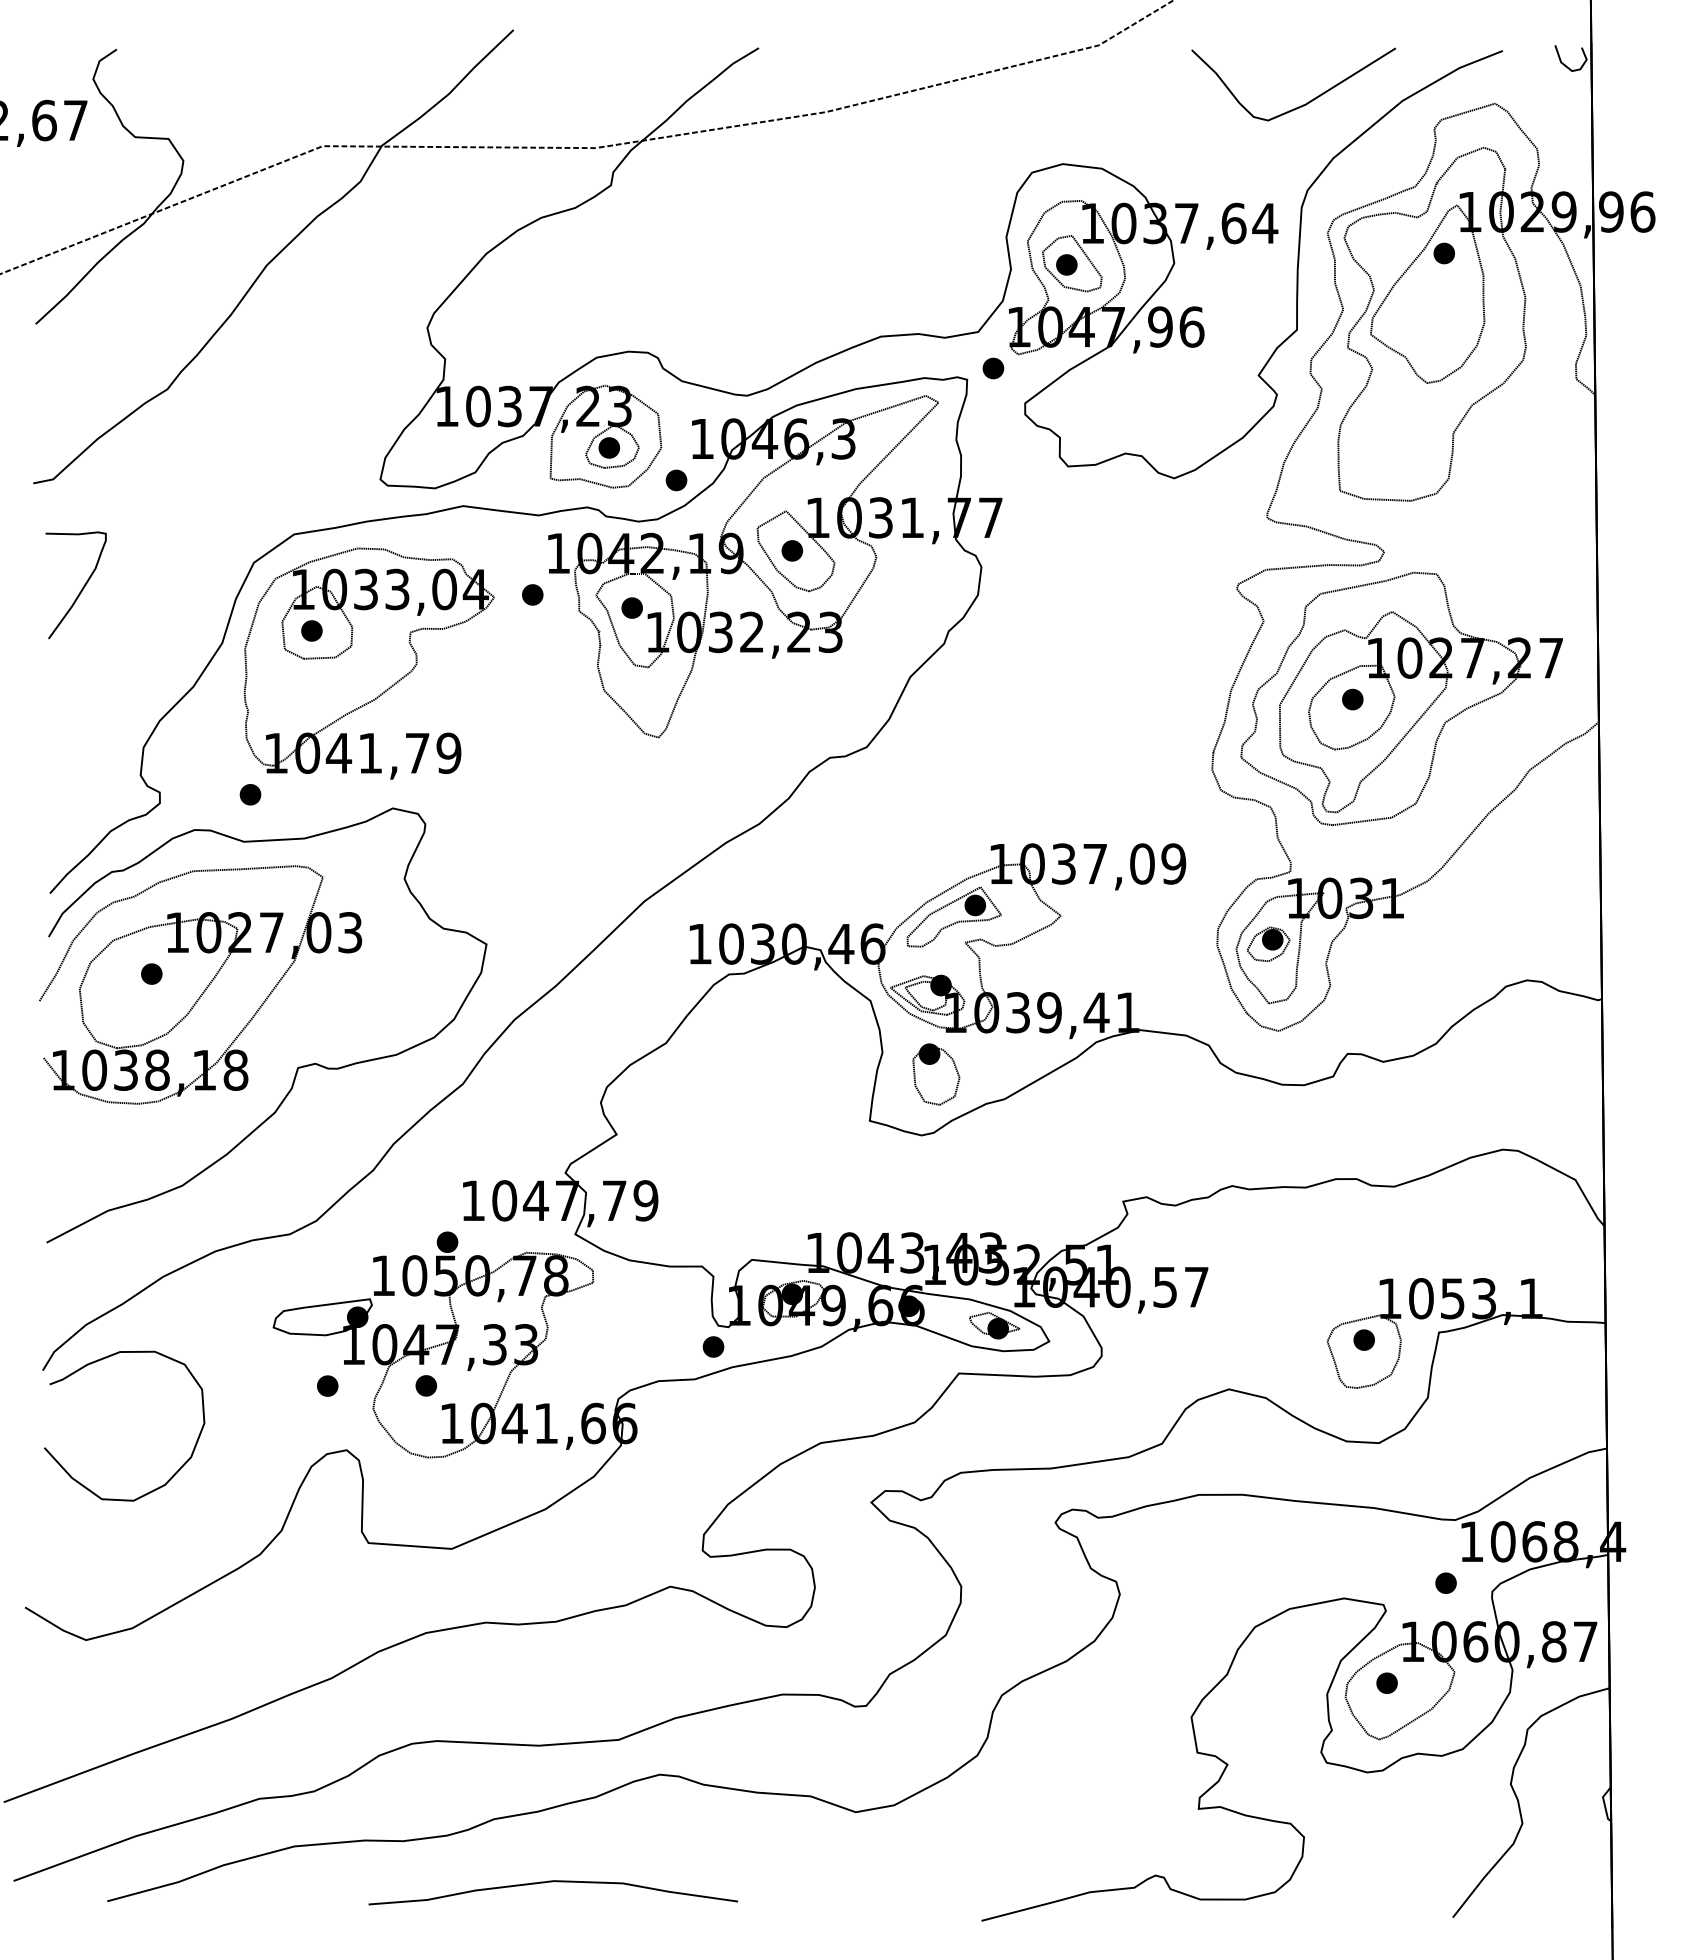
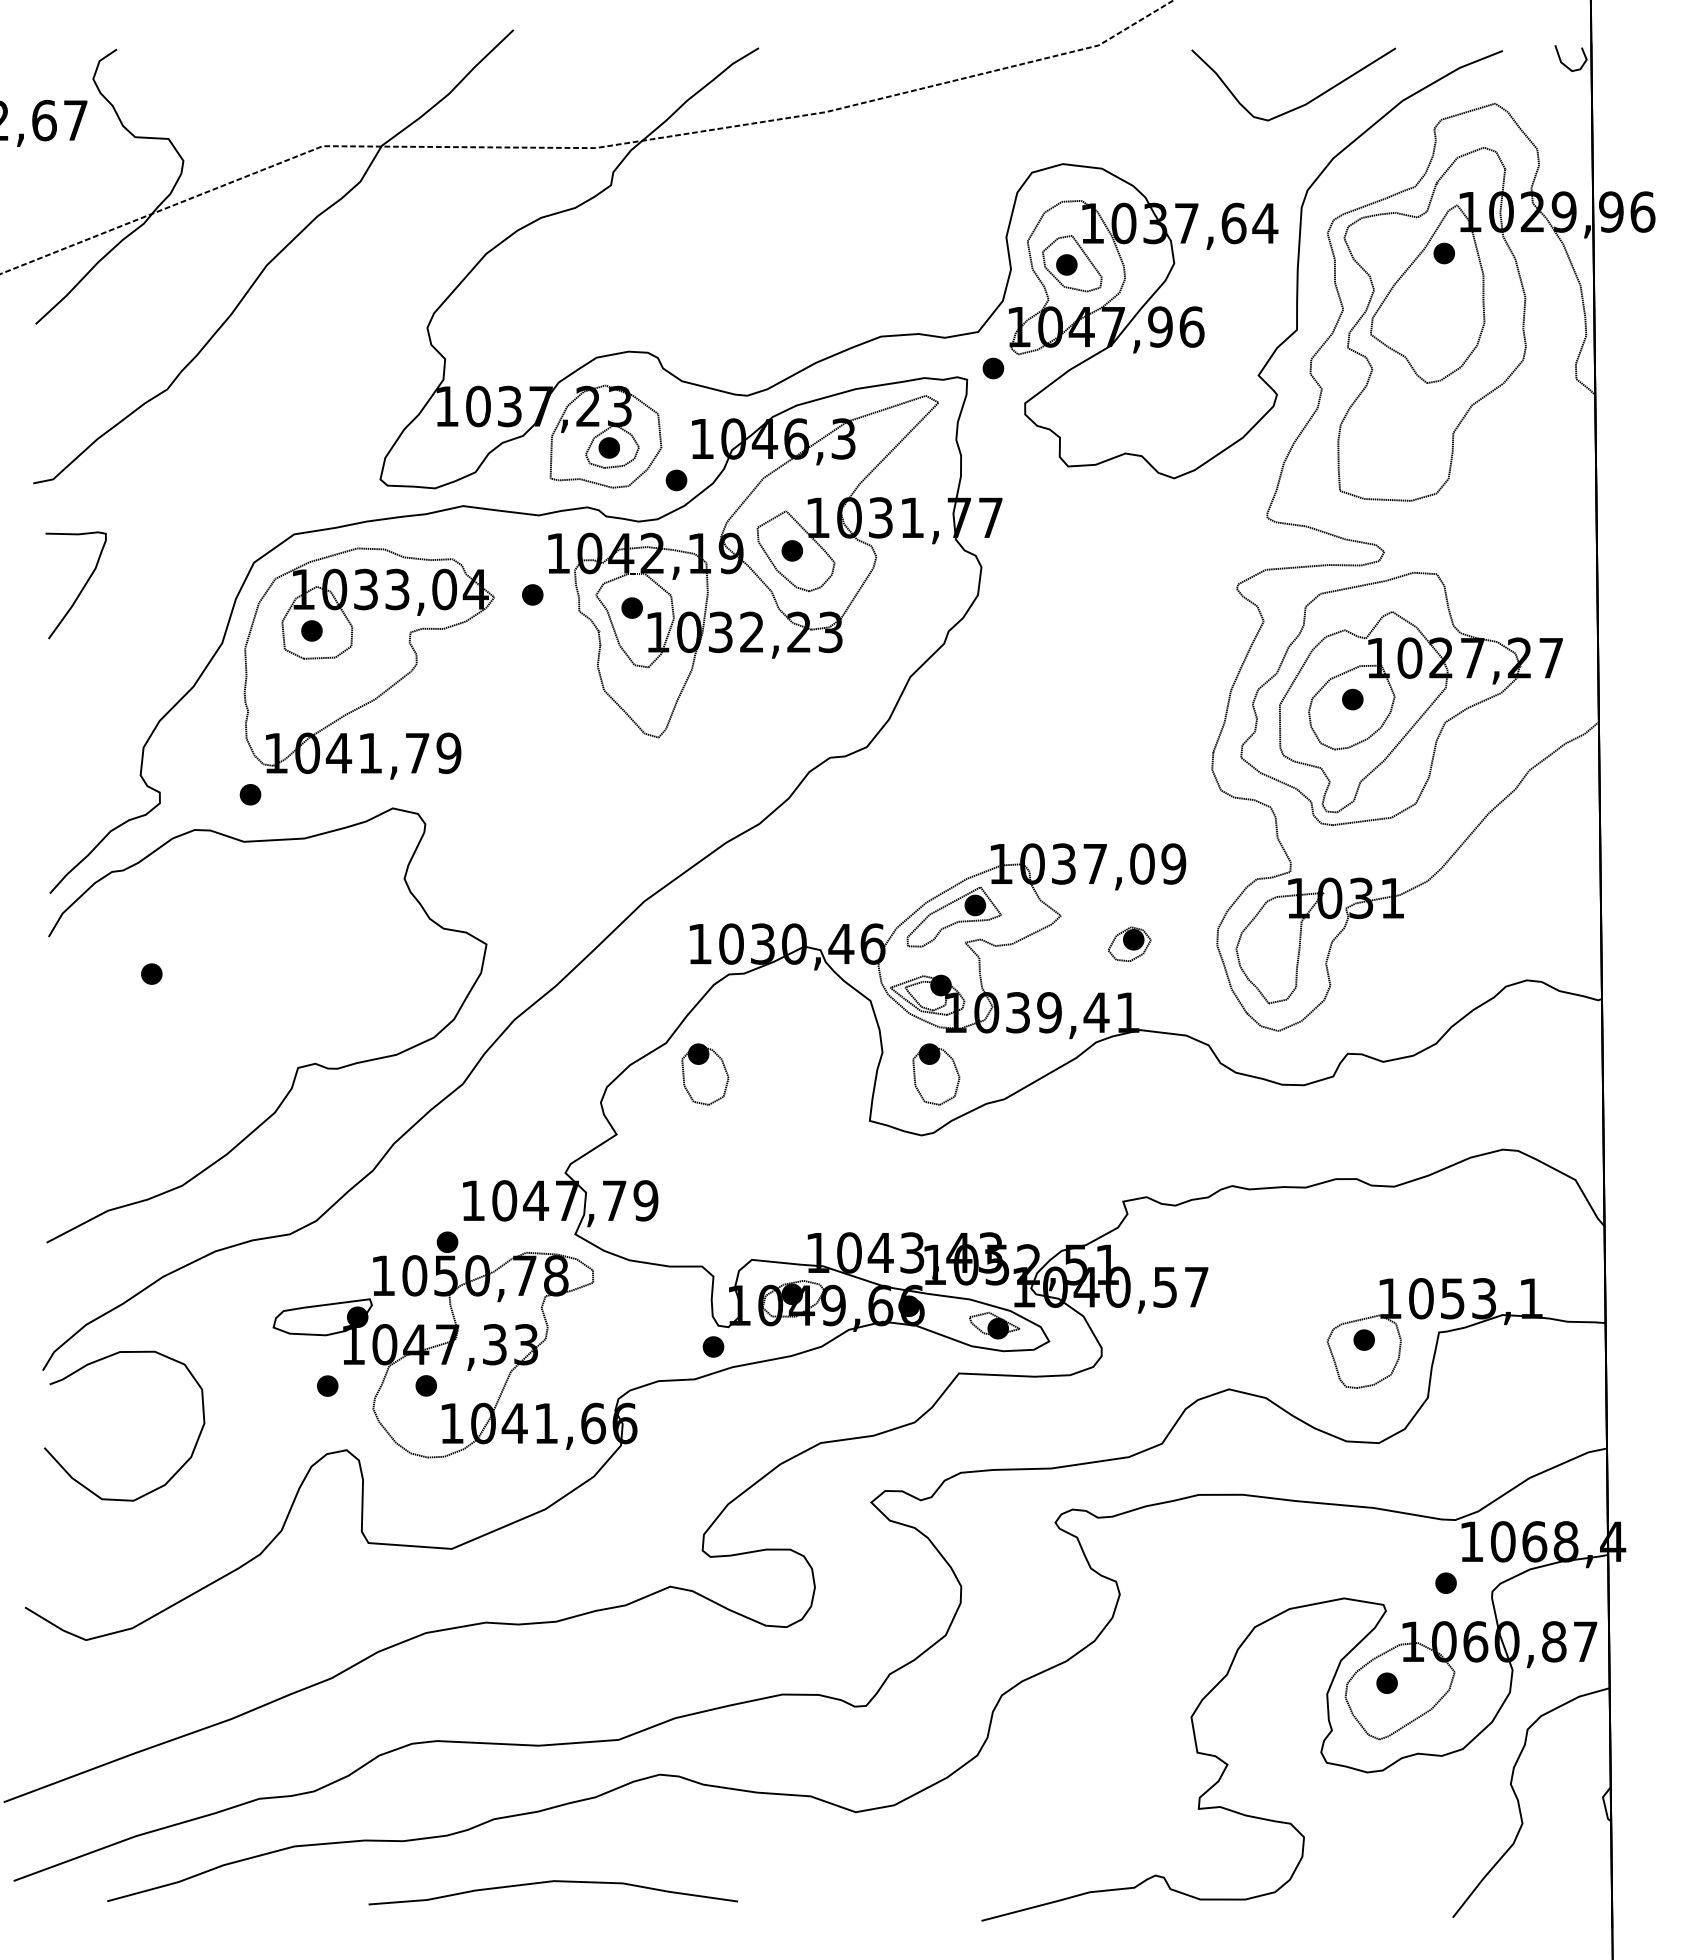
part at (1268, 944) position: (1268, 944) -> (1129, 944)
part at (200, 984): present -> none
part at (705, 1074): none -> present
